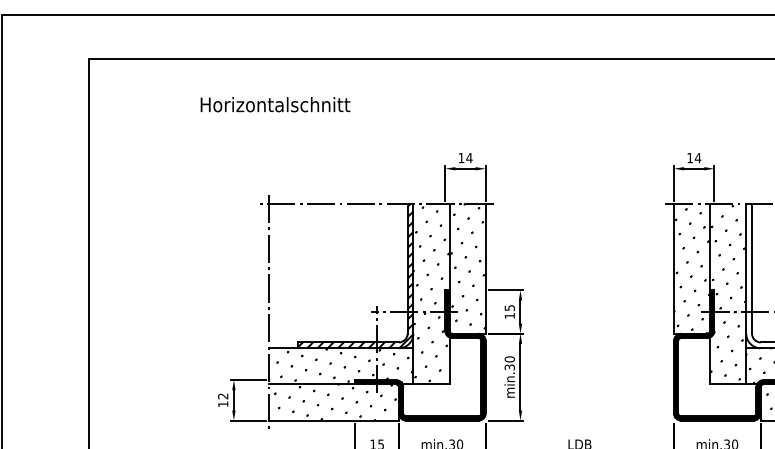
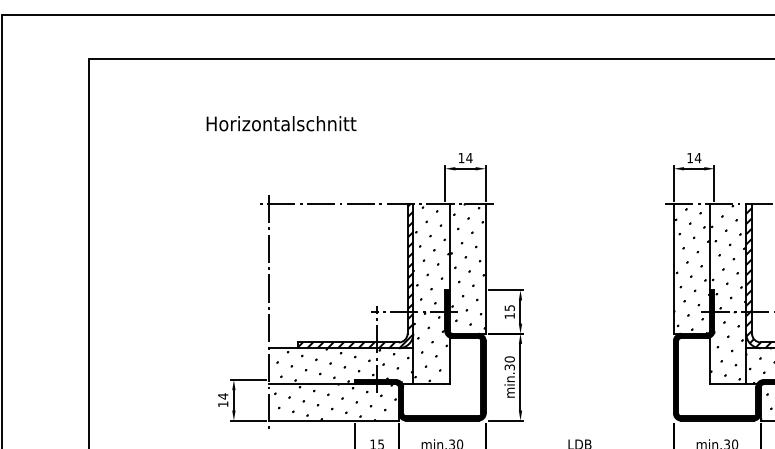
text at (275, 104) position: (275, 104) -> (281, 123)
hatch at (758, 275): none -> present
text at (223, 396): 12 -> 14
